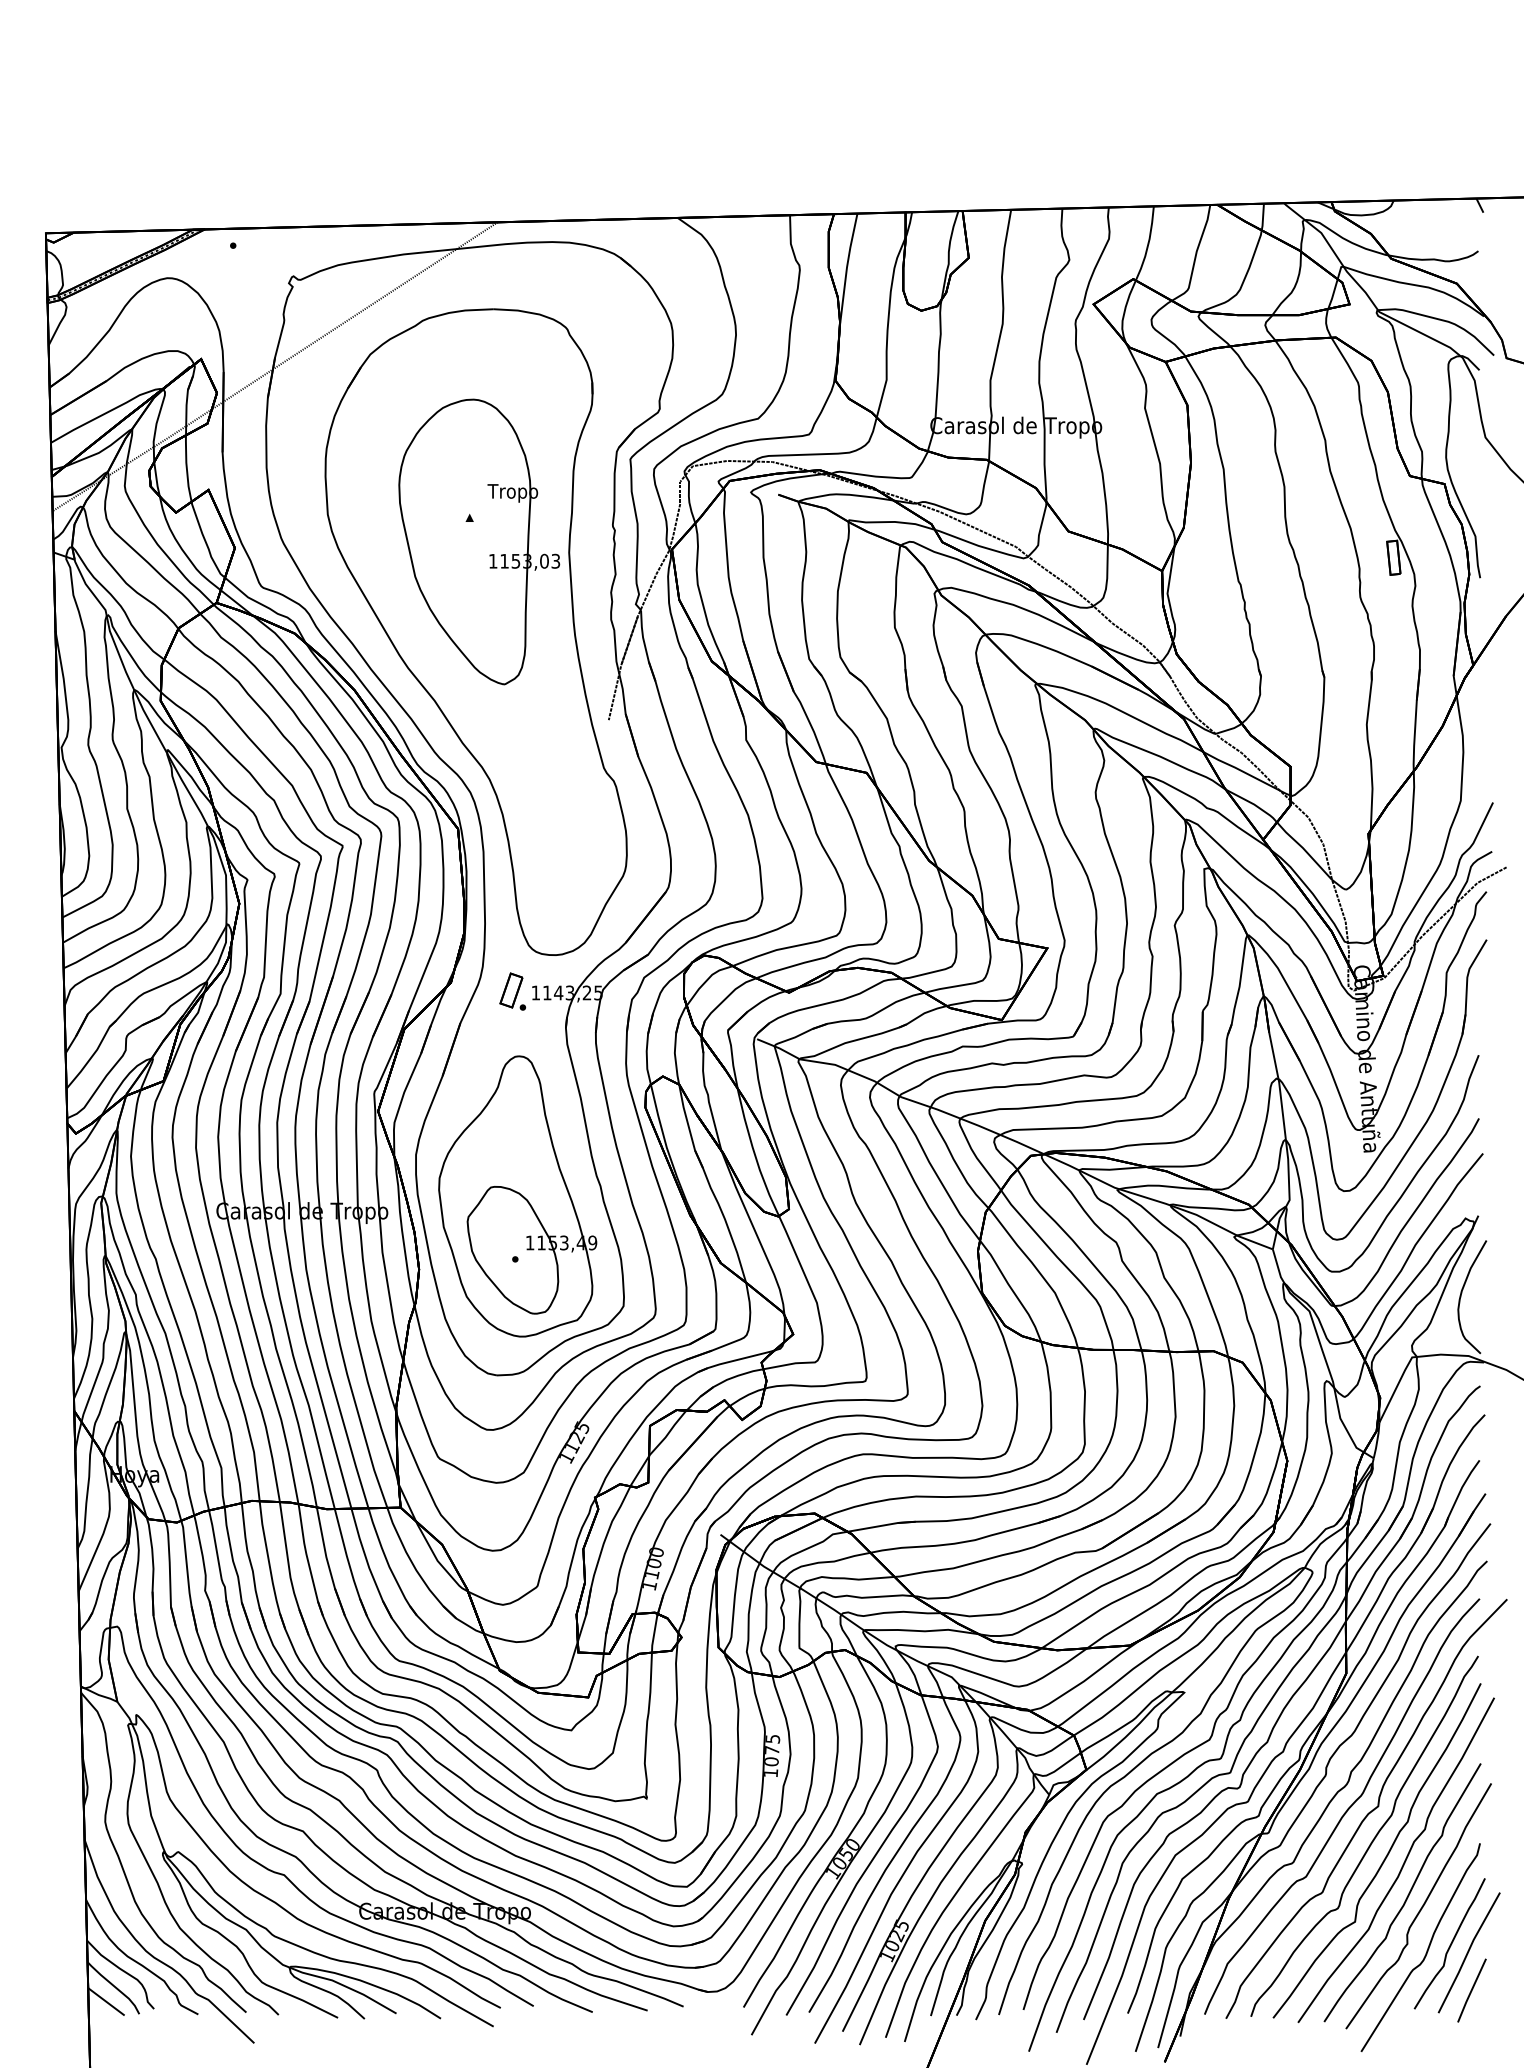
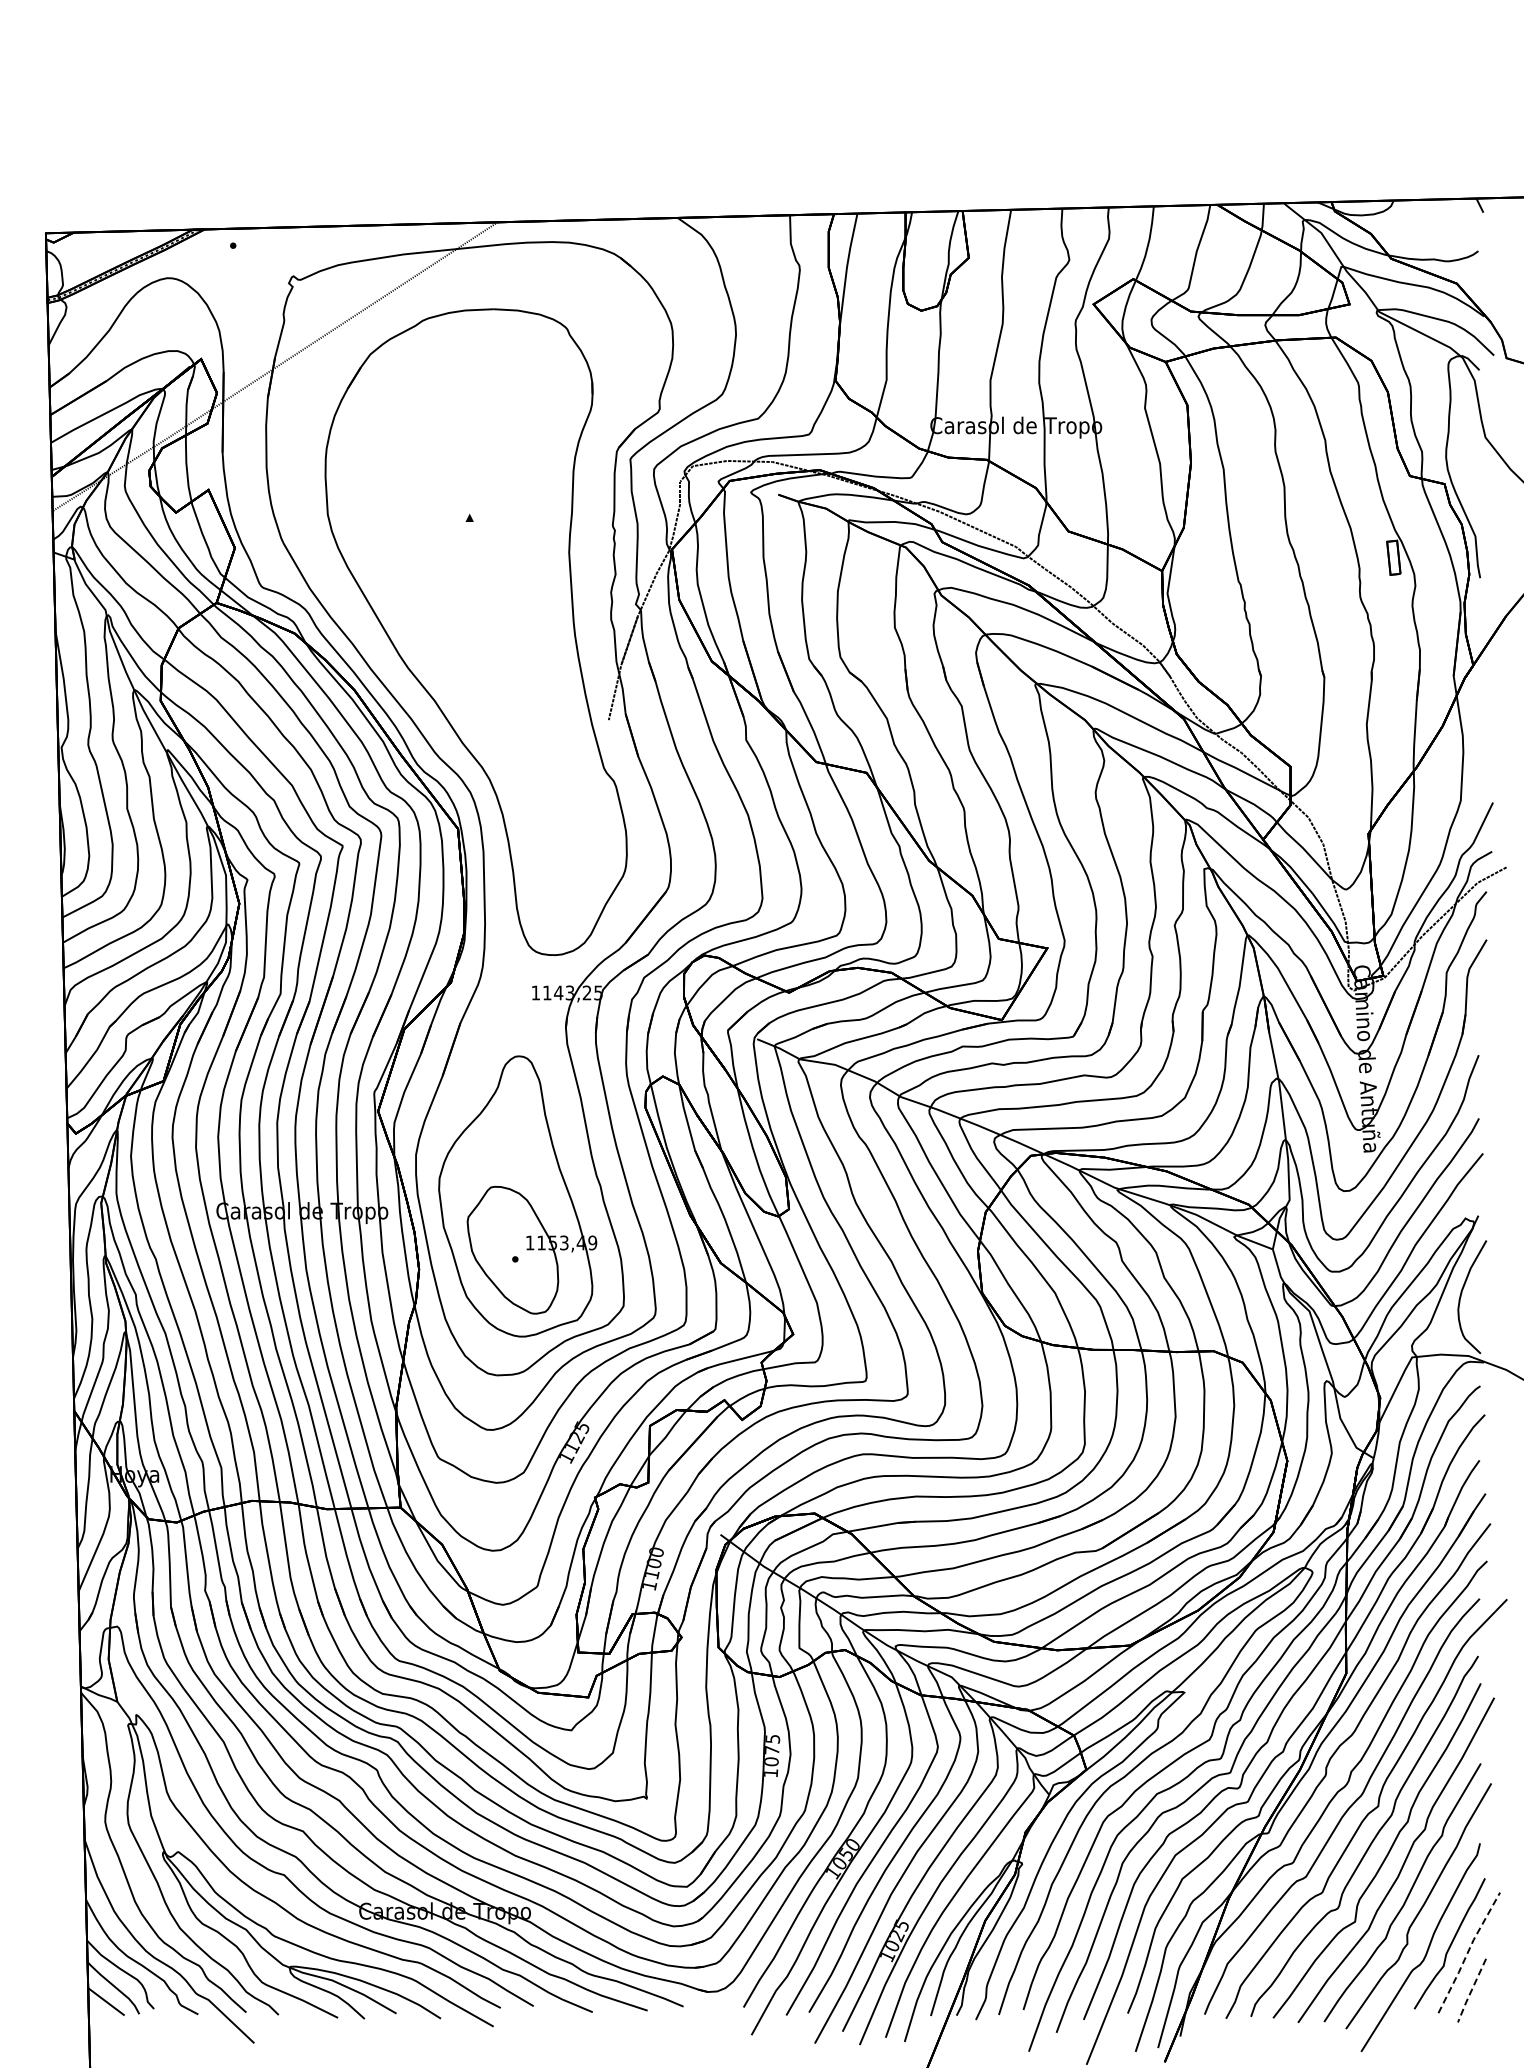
part at (479, 541): present -> none
part at (512, 991): present -> none
line at (1468, 1952): solid -> dashed
line at (1471, 1991): solid -> dashed
